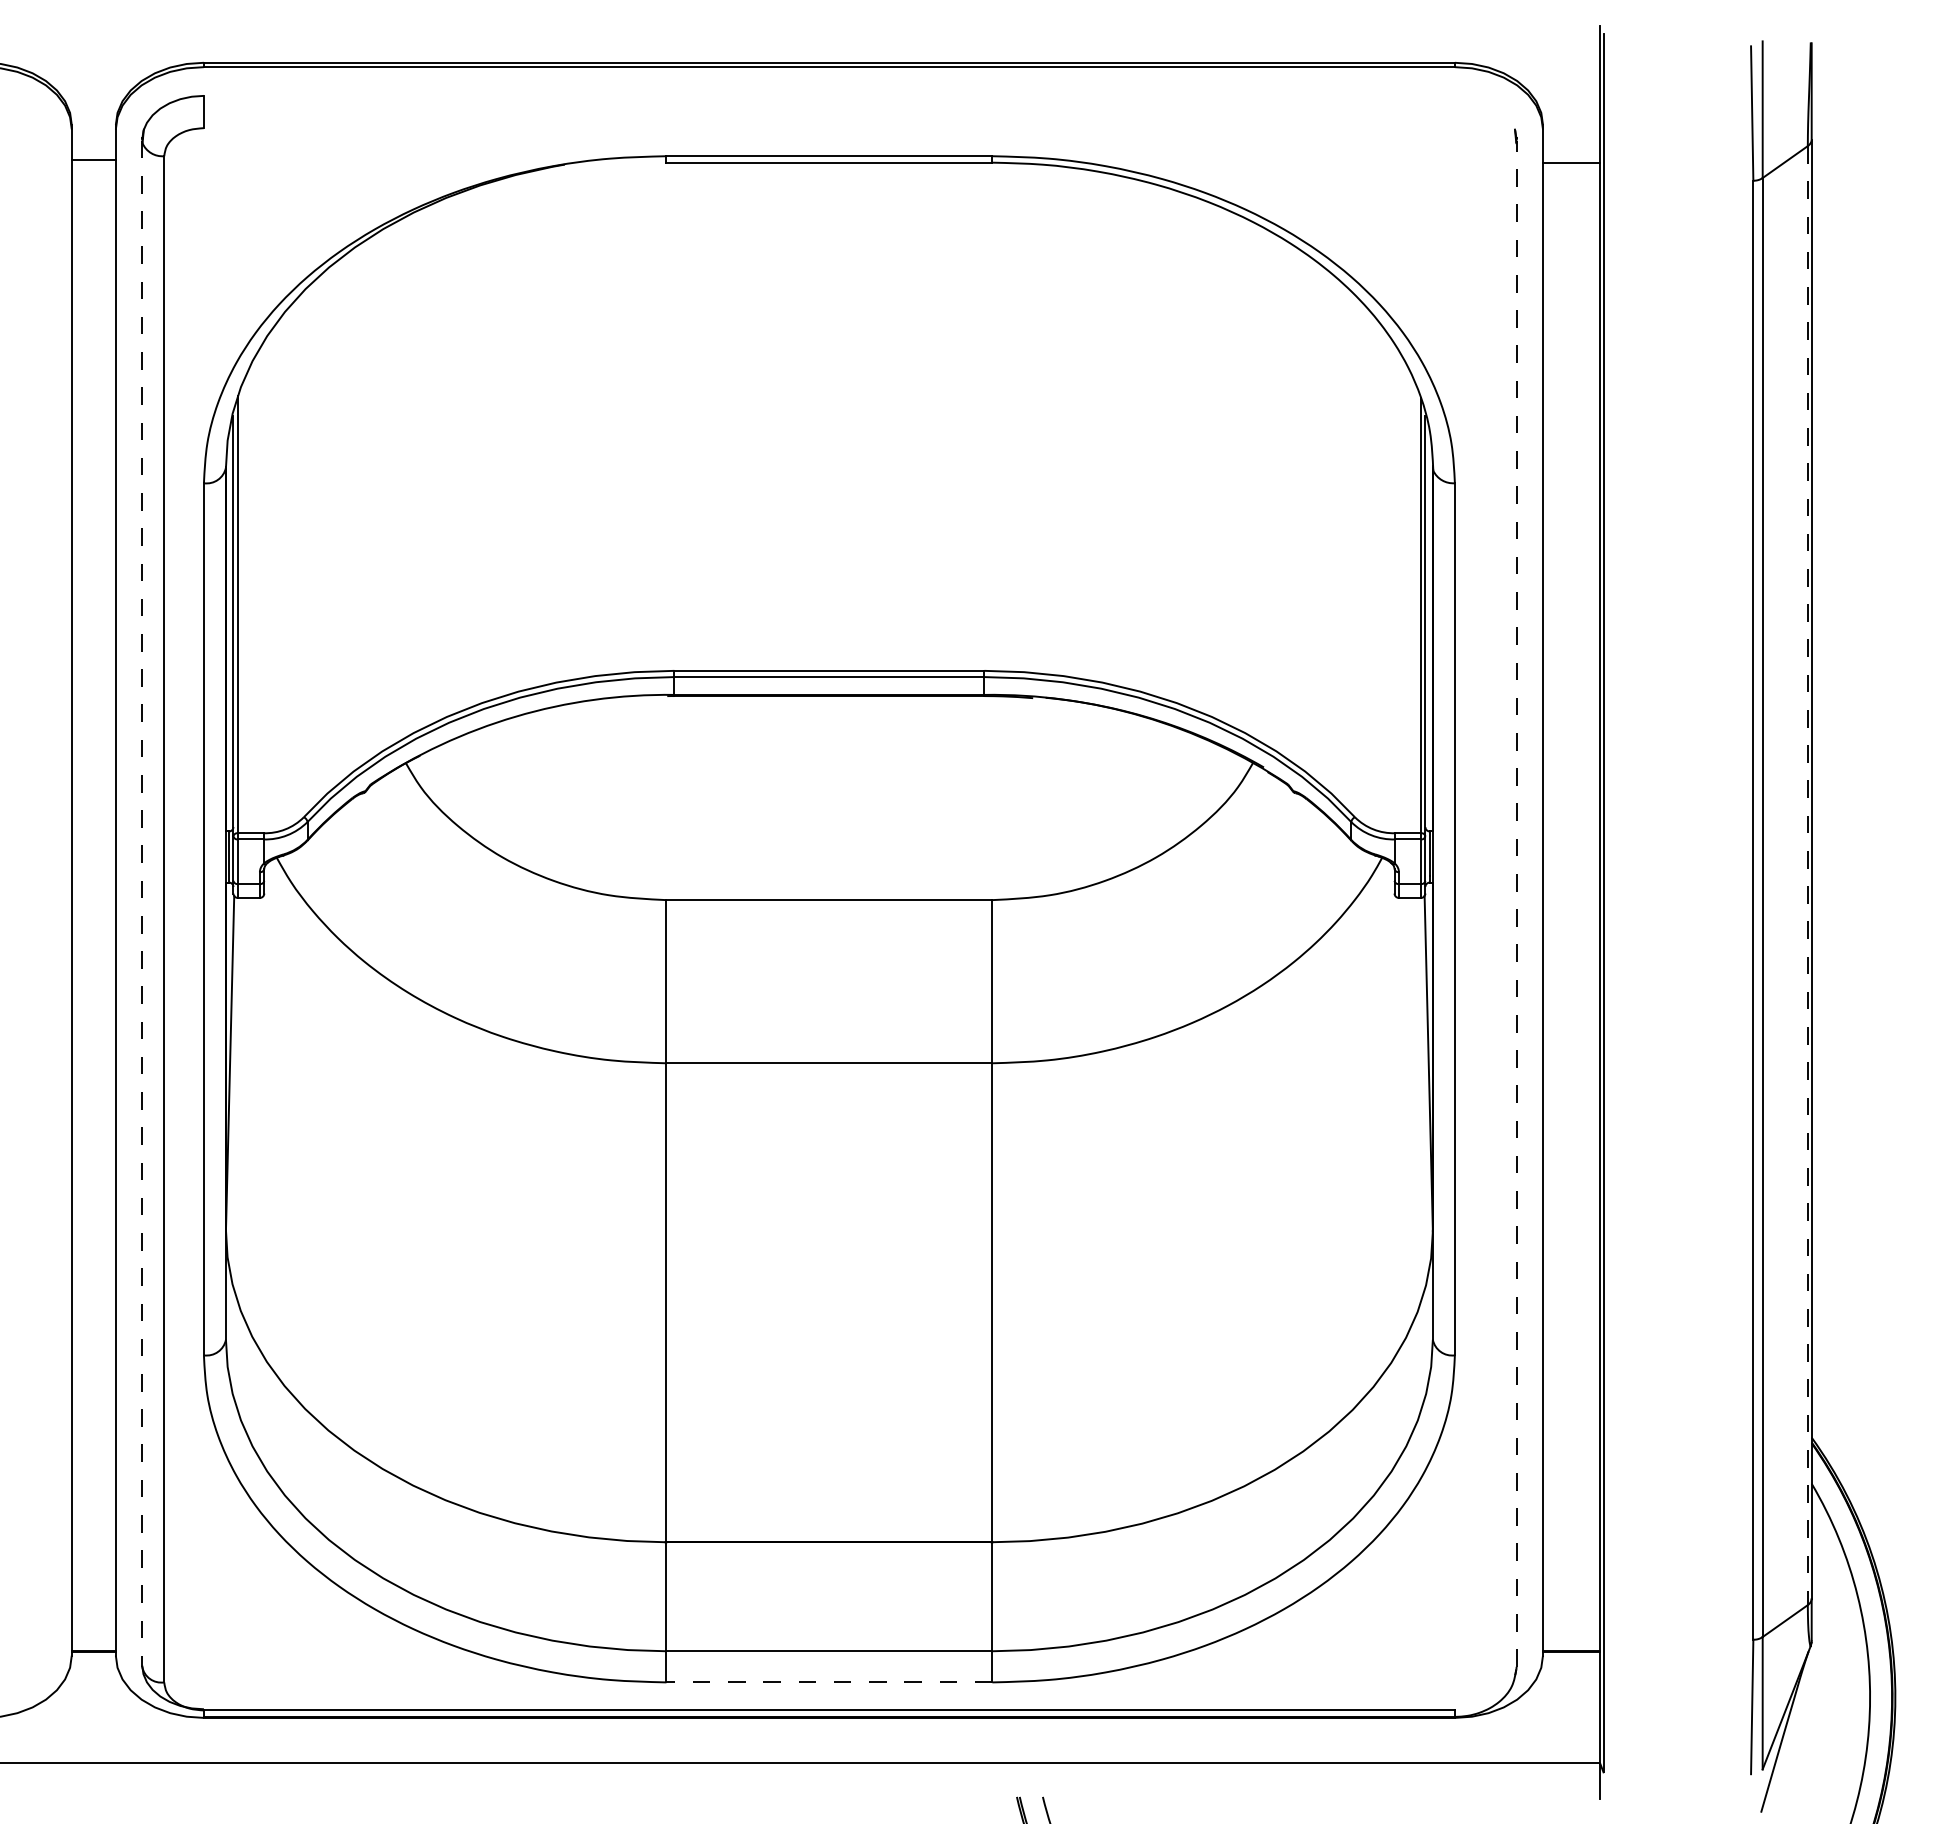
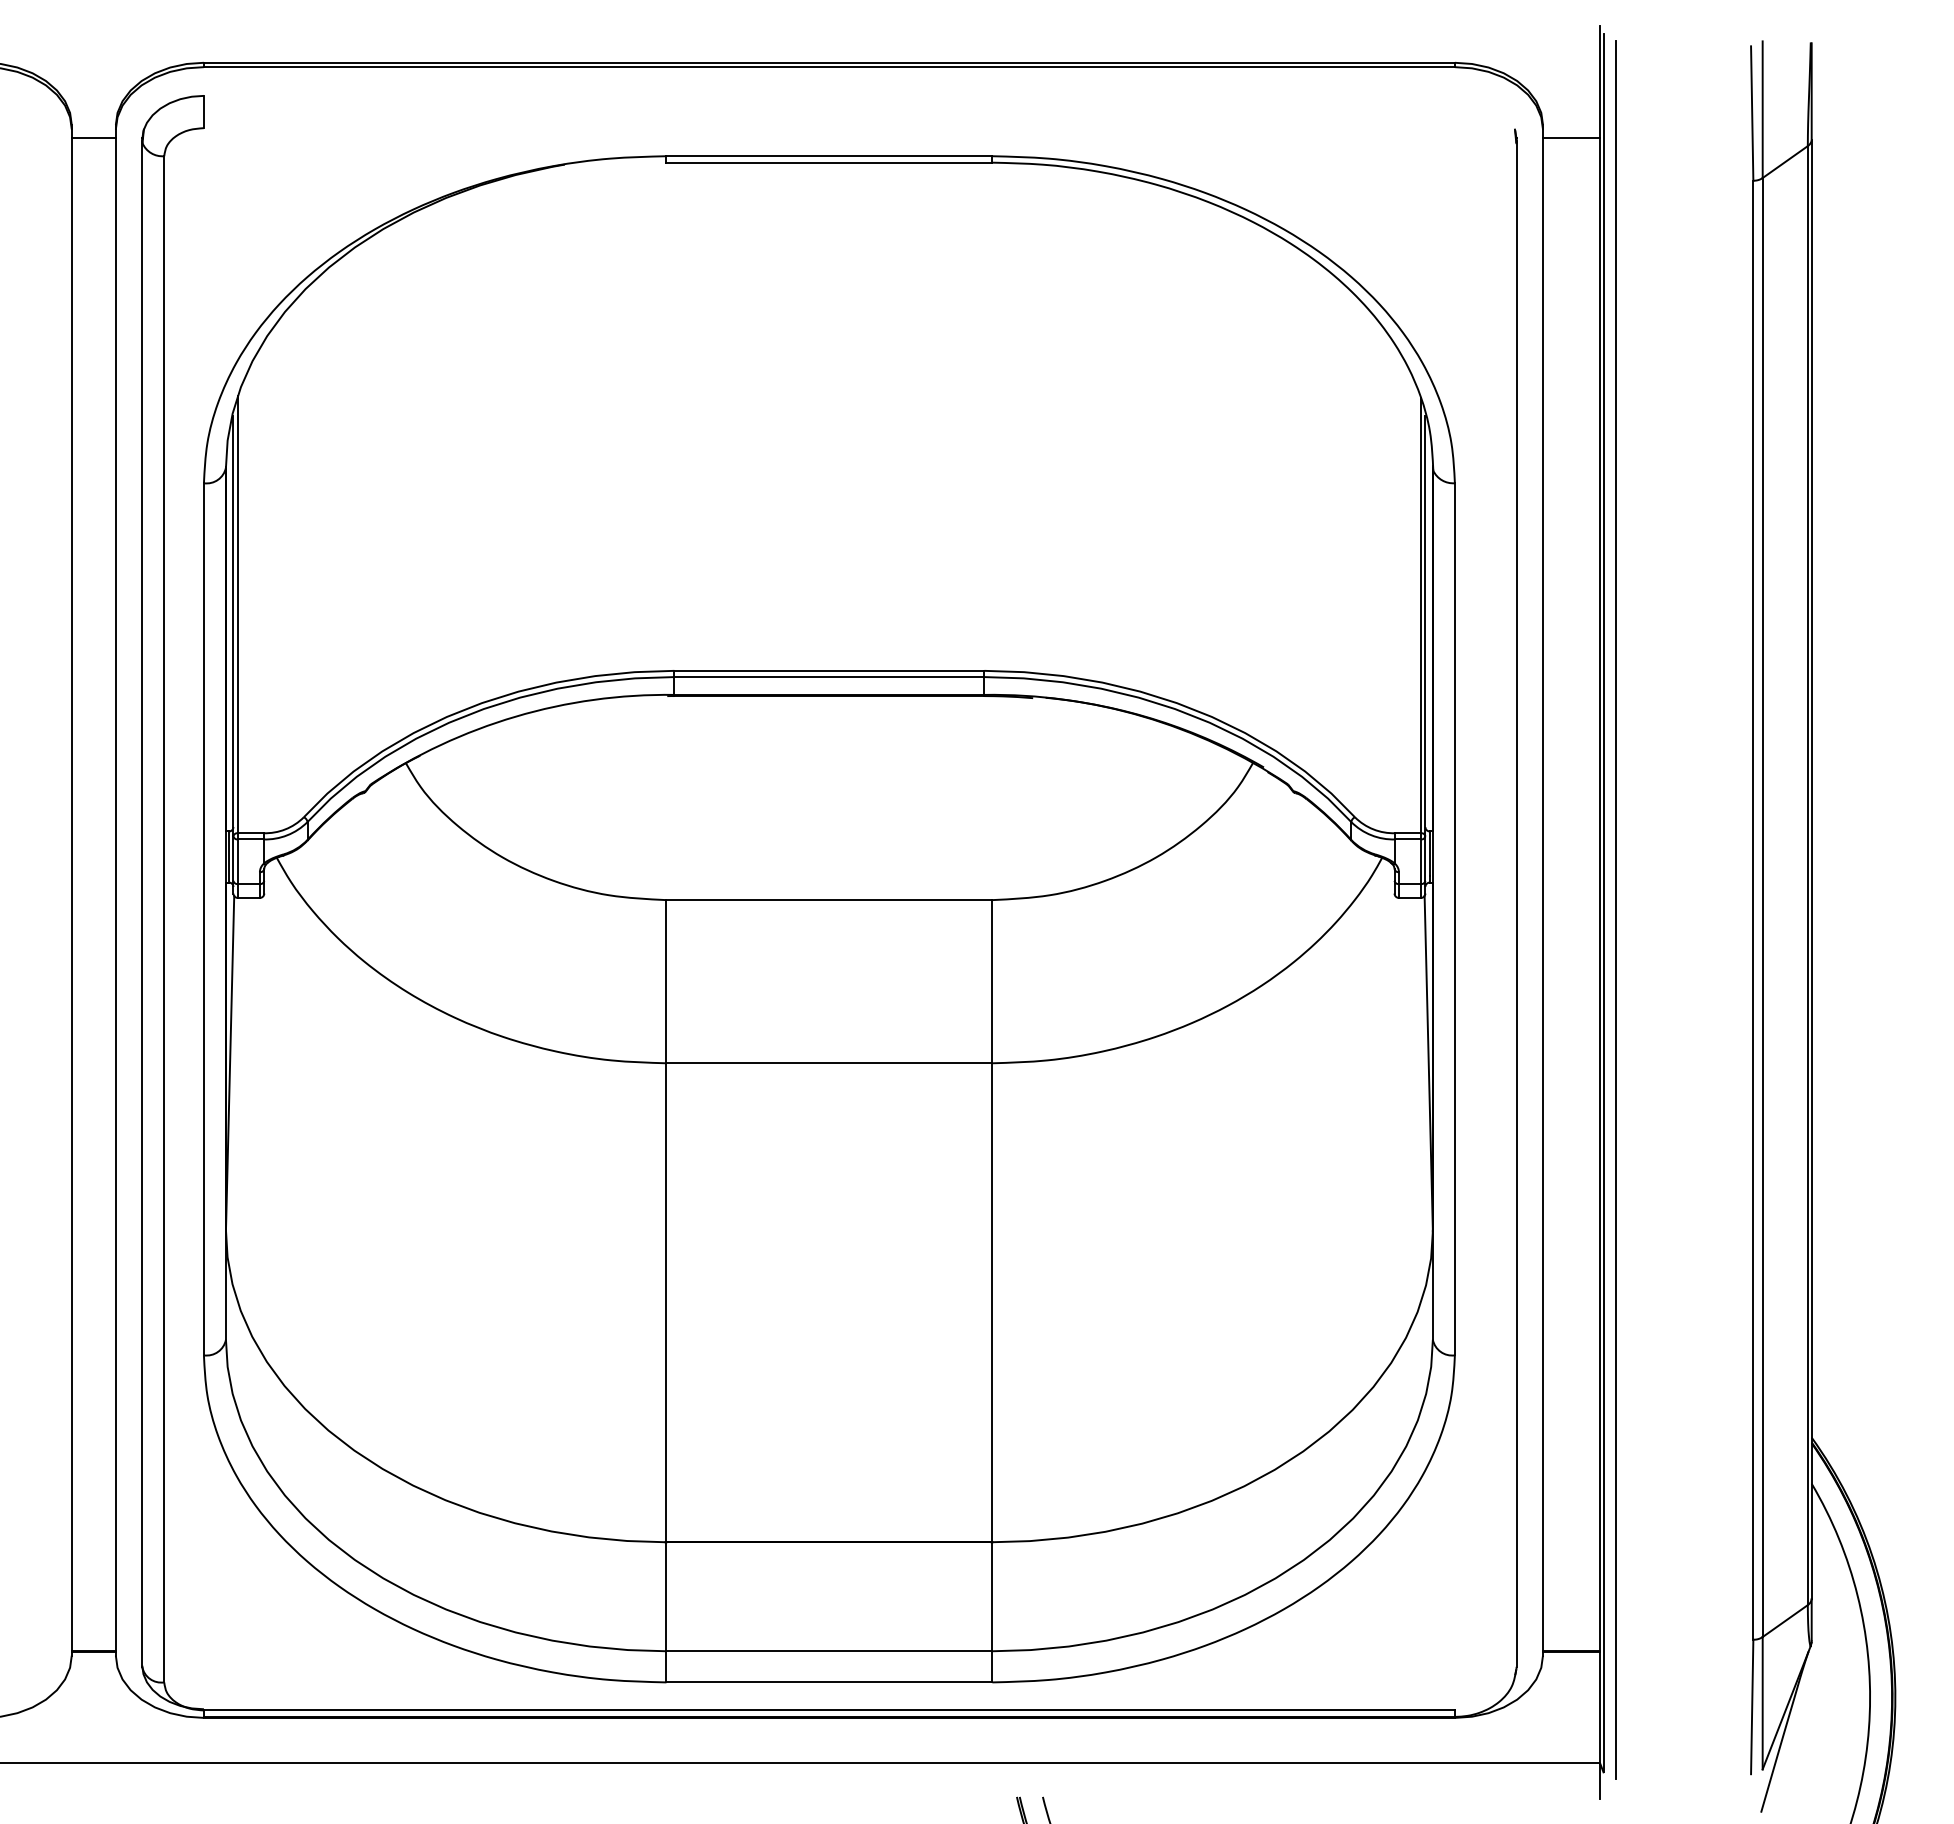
line at (93, 160) position: (93, 160) -> (93, 138)
line at (1571, 163) position: (1571, 163) -> (1571, 138)
line at (1807, 876): dashed -> solid
line at (1516, 903): dashed -> solid
line at (142, 904): dashed -> solid
line at (1616, 910): none -> present
line at (829, 1682): dashed -> solid
